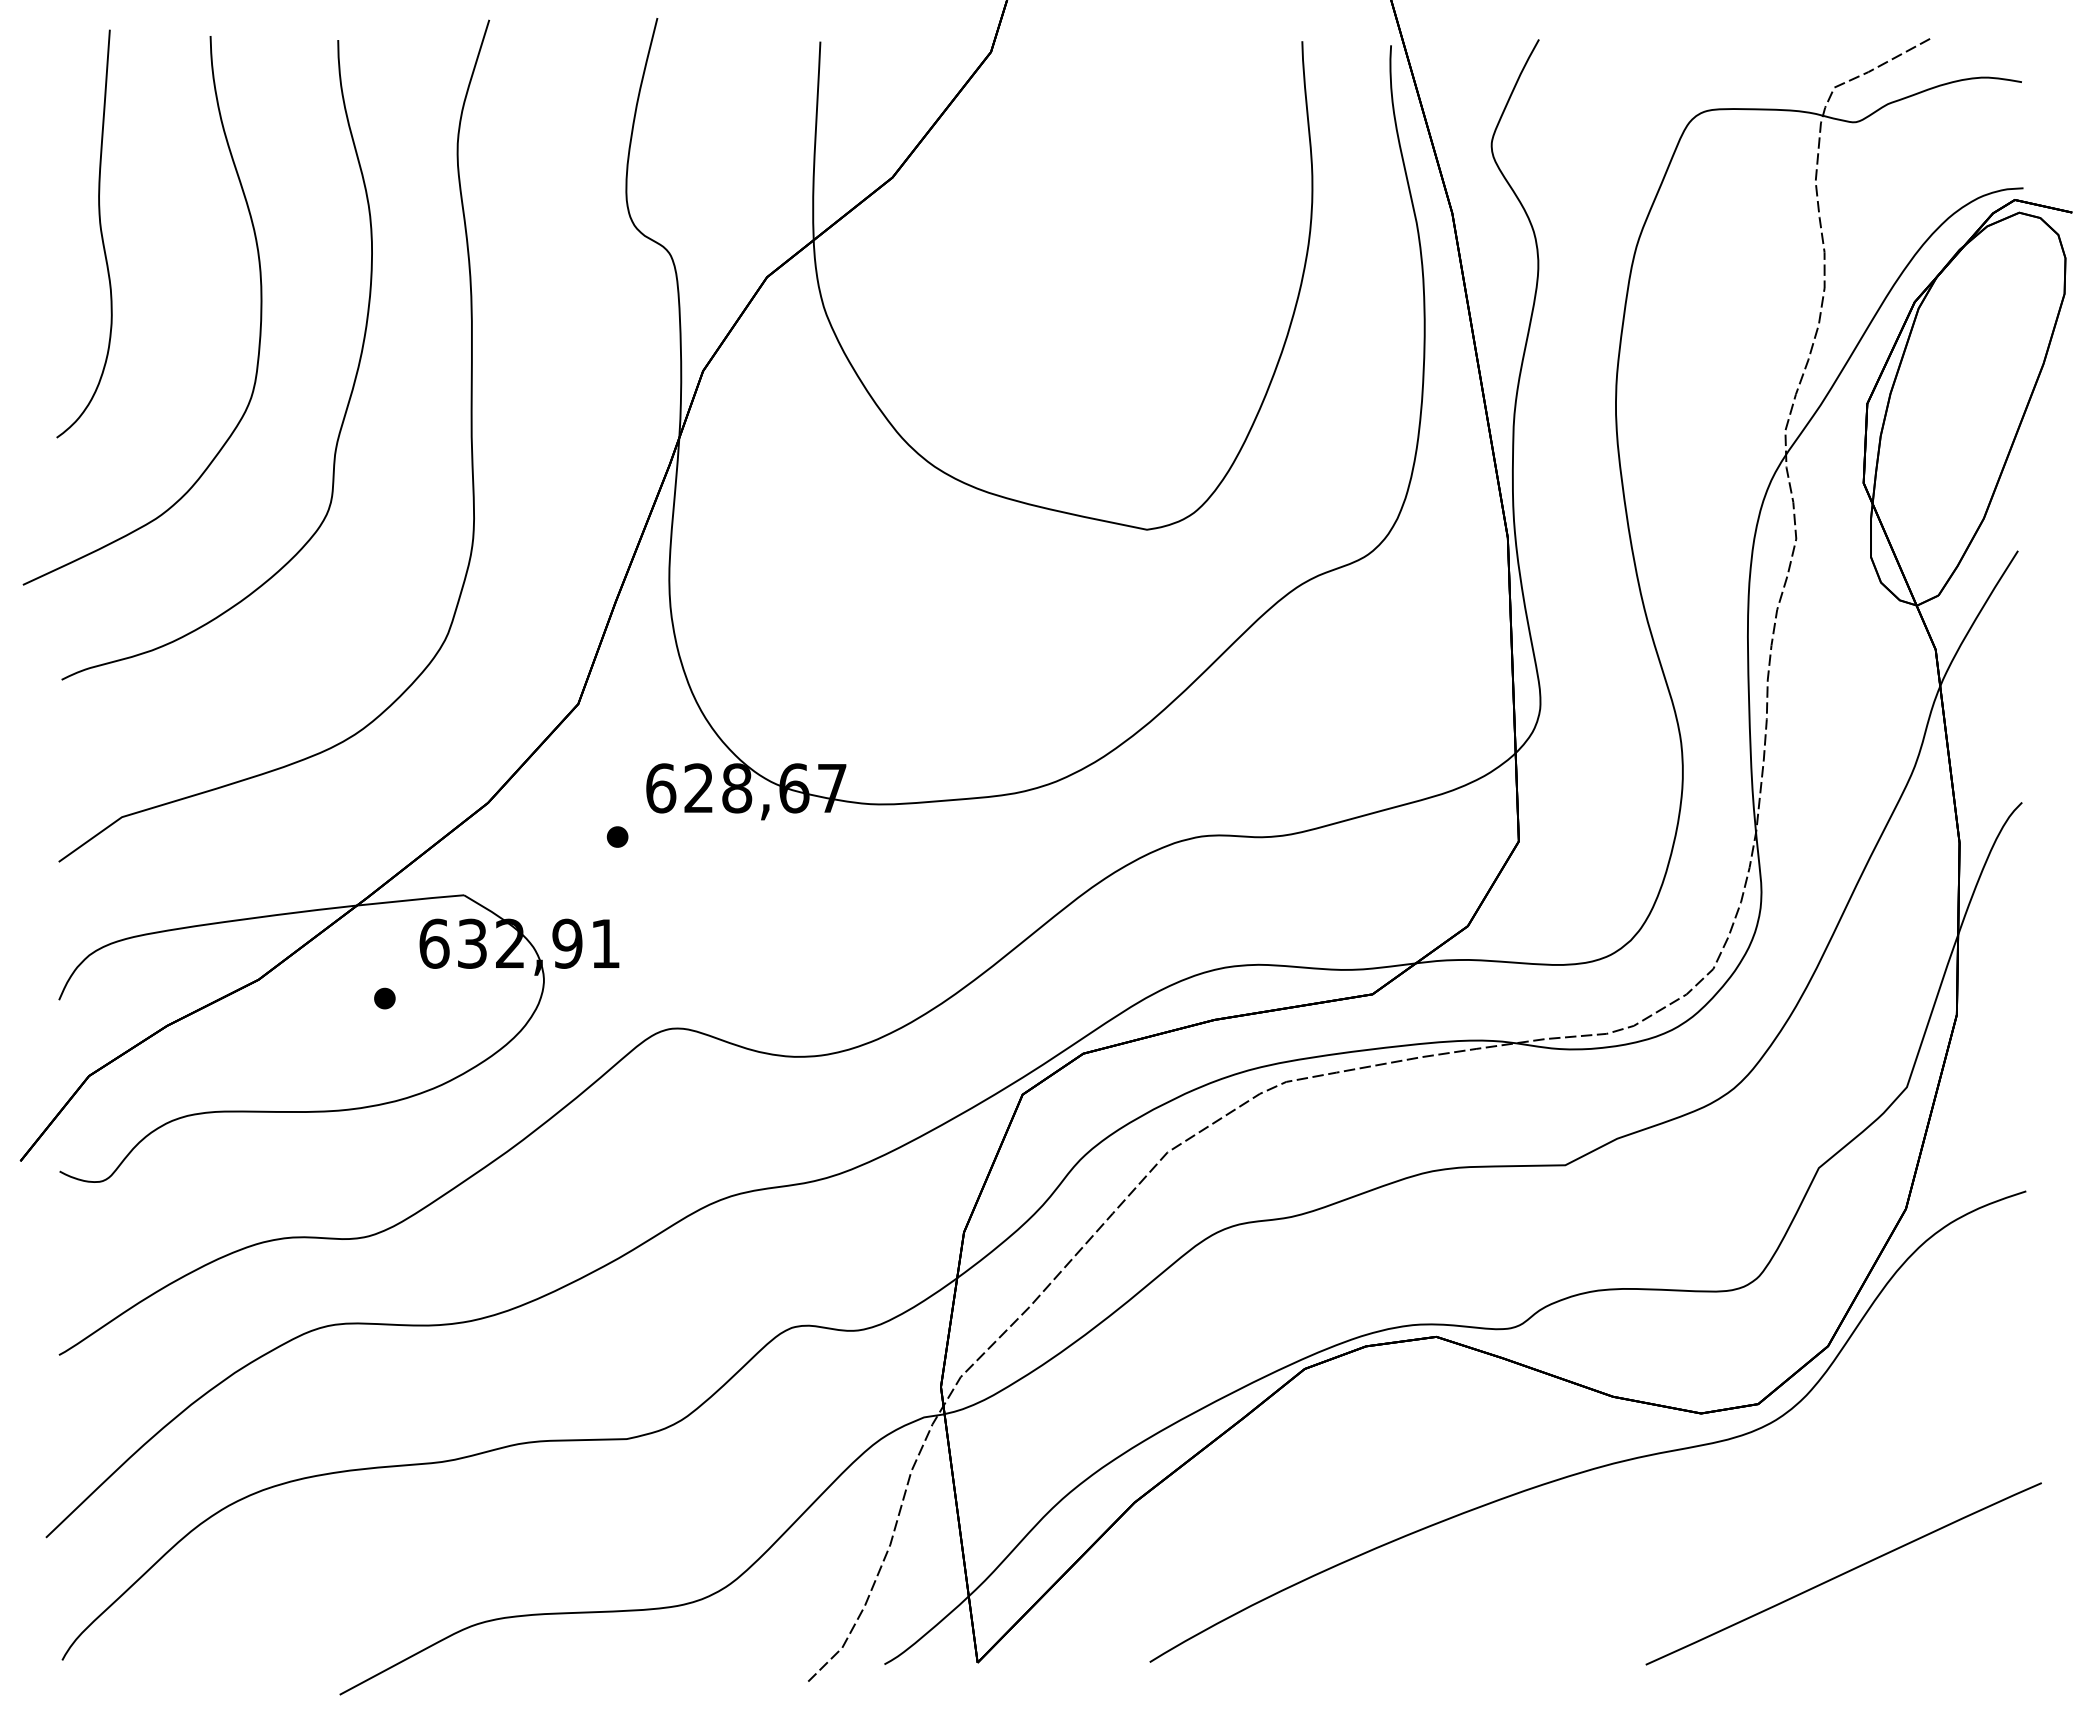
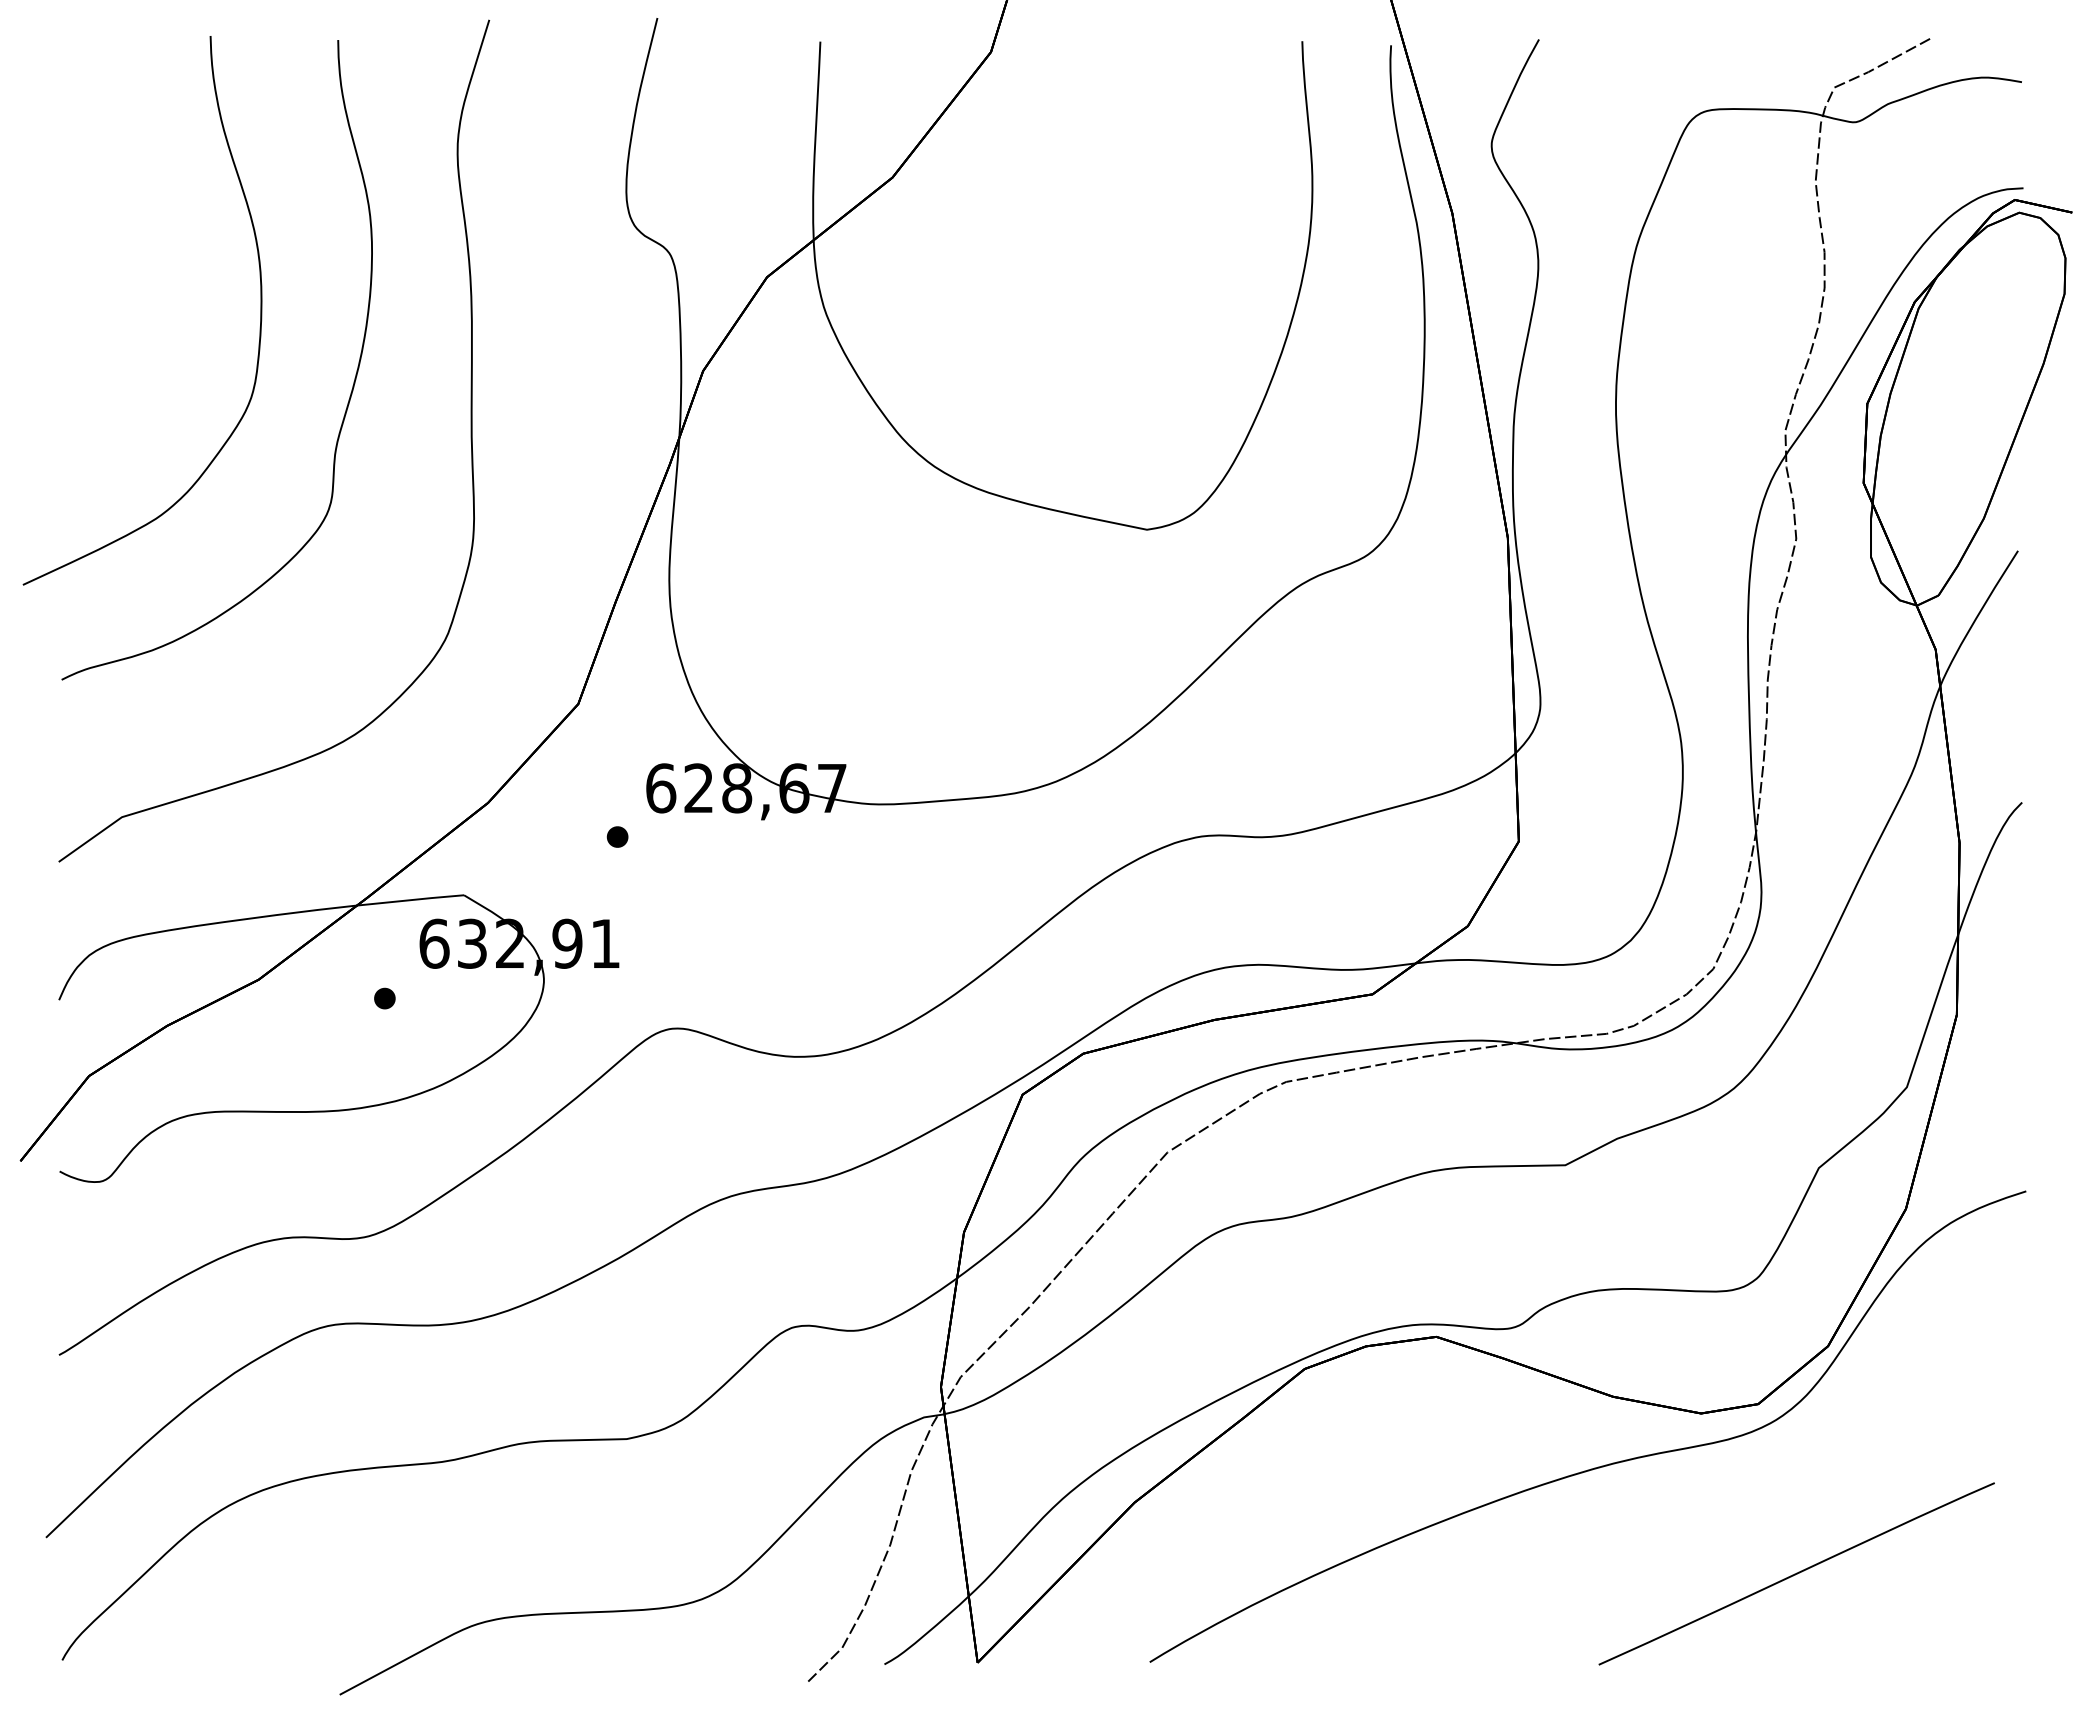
curve at (100, 233): present -> none
curve at (1843, 1573) position: (1843, 1573) -> (1796, 1573)
